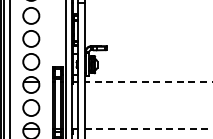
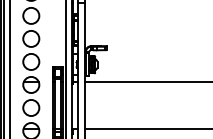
line at (148, 82): dashed -> solid
line at (148, 129): dashed -> solid
